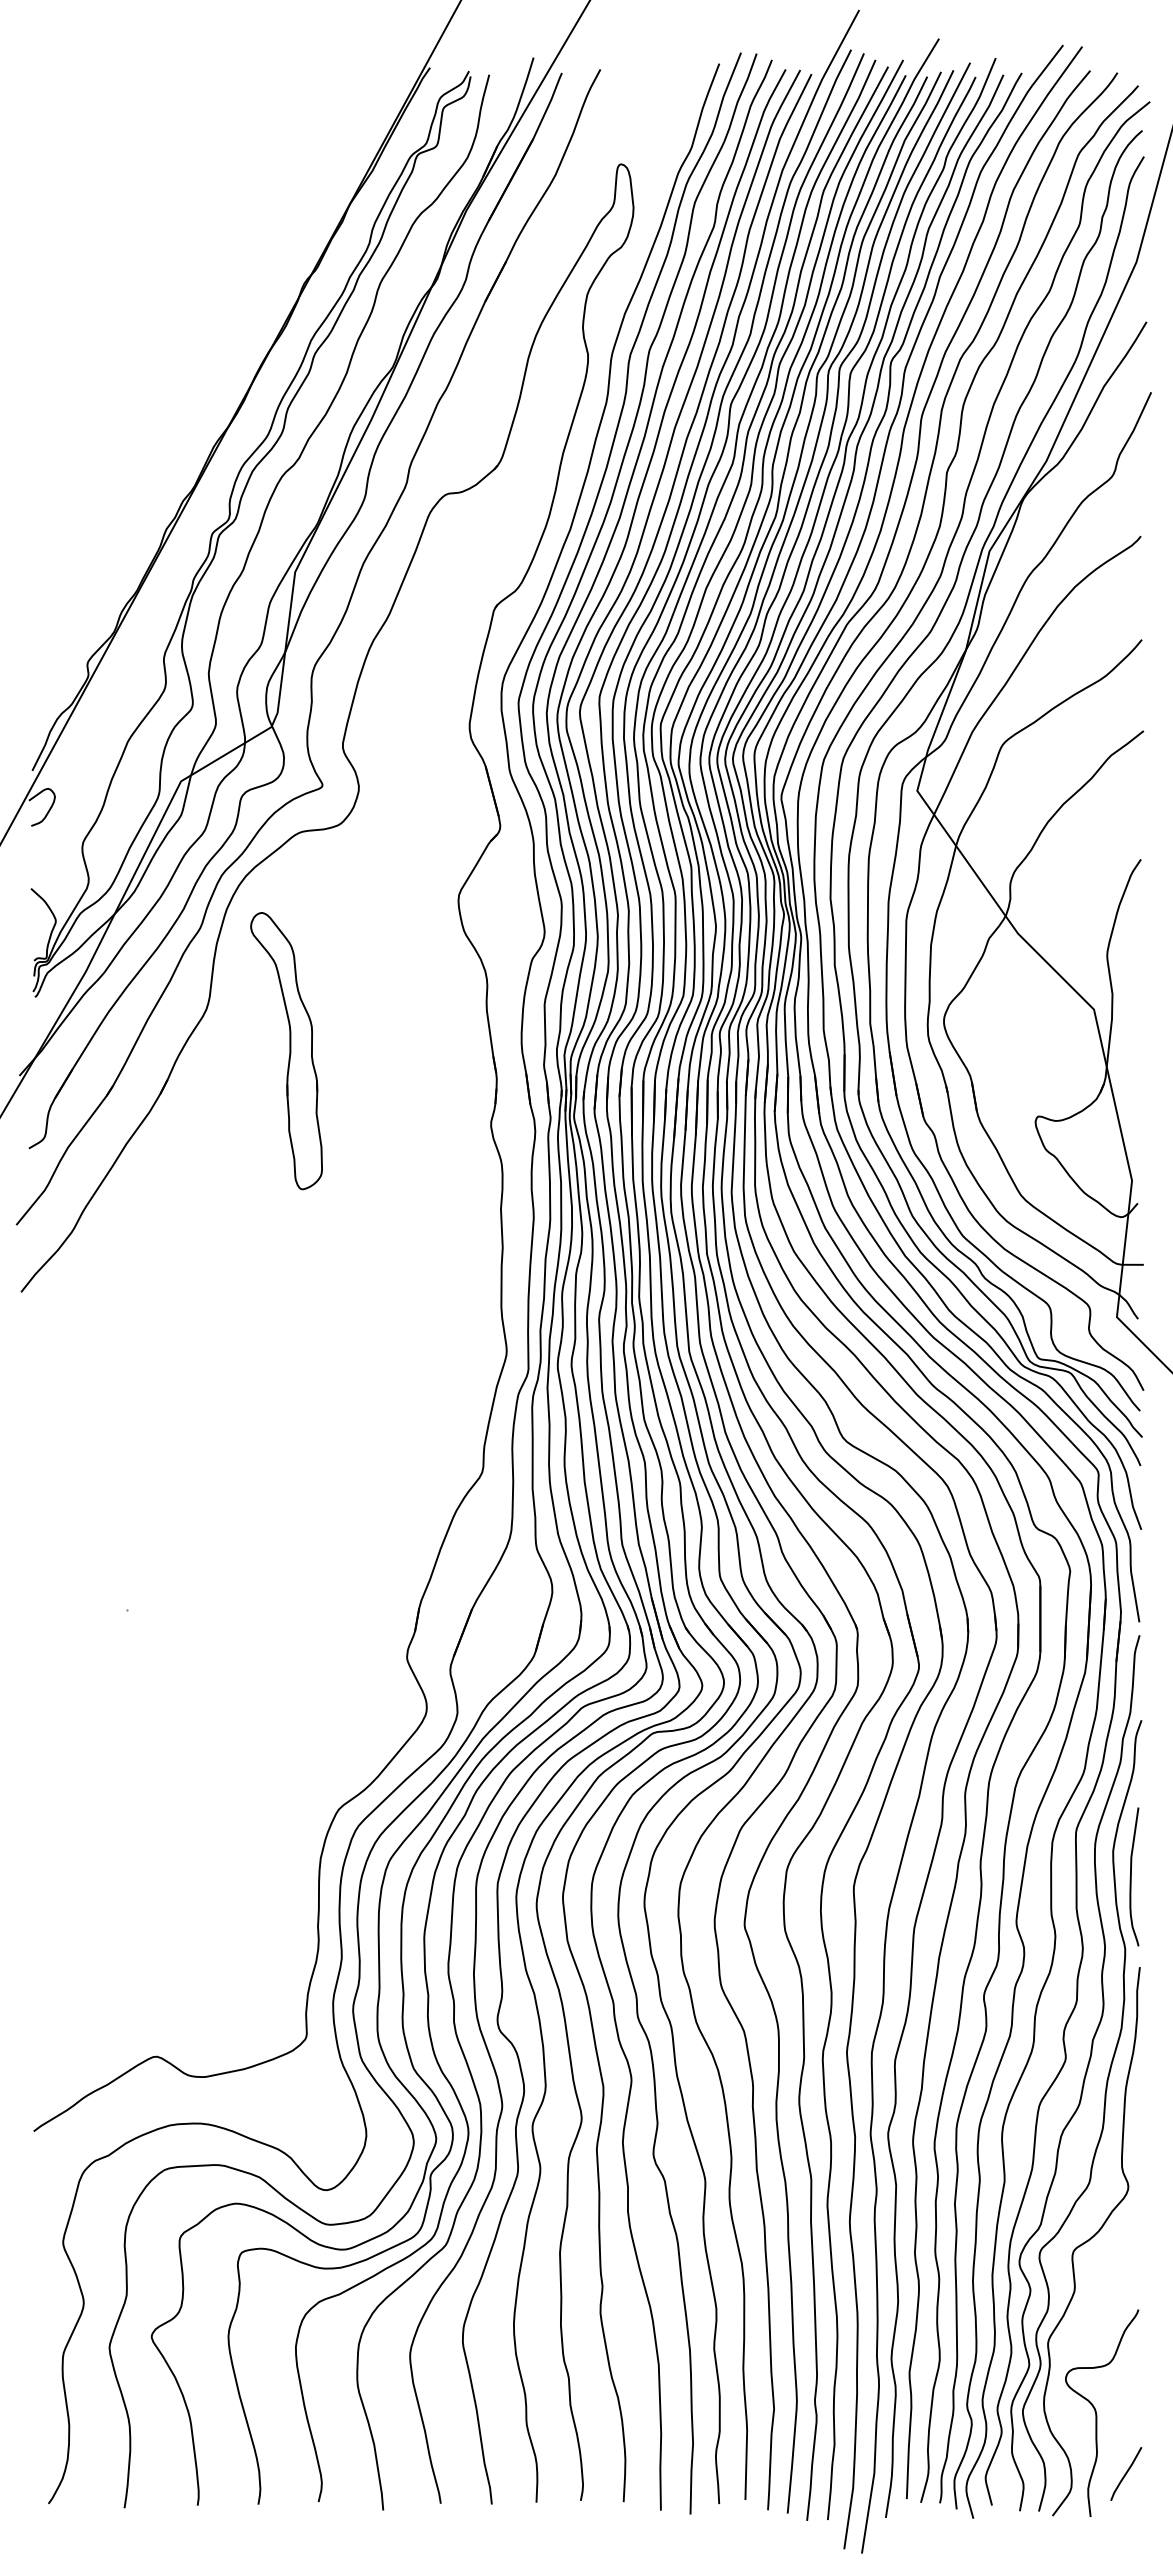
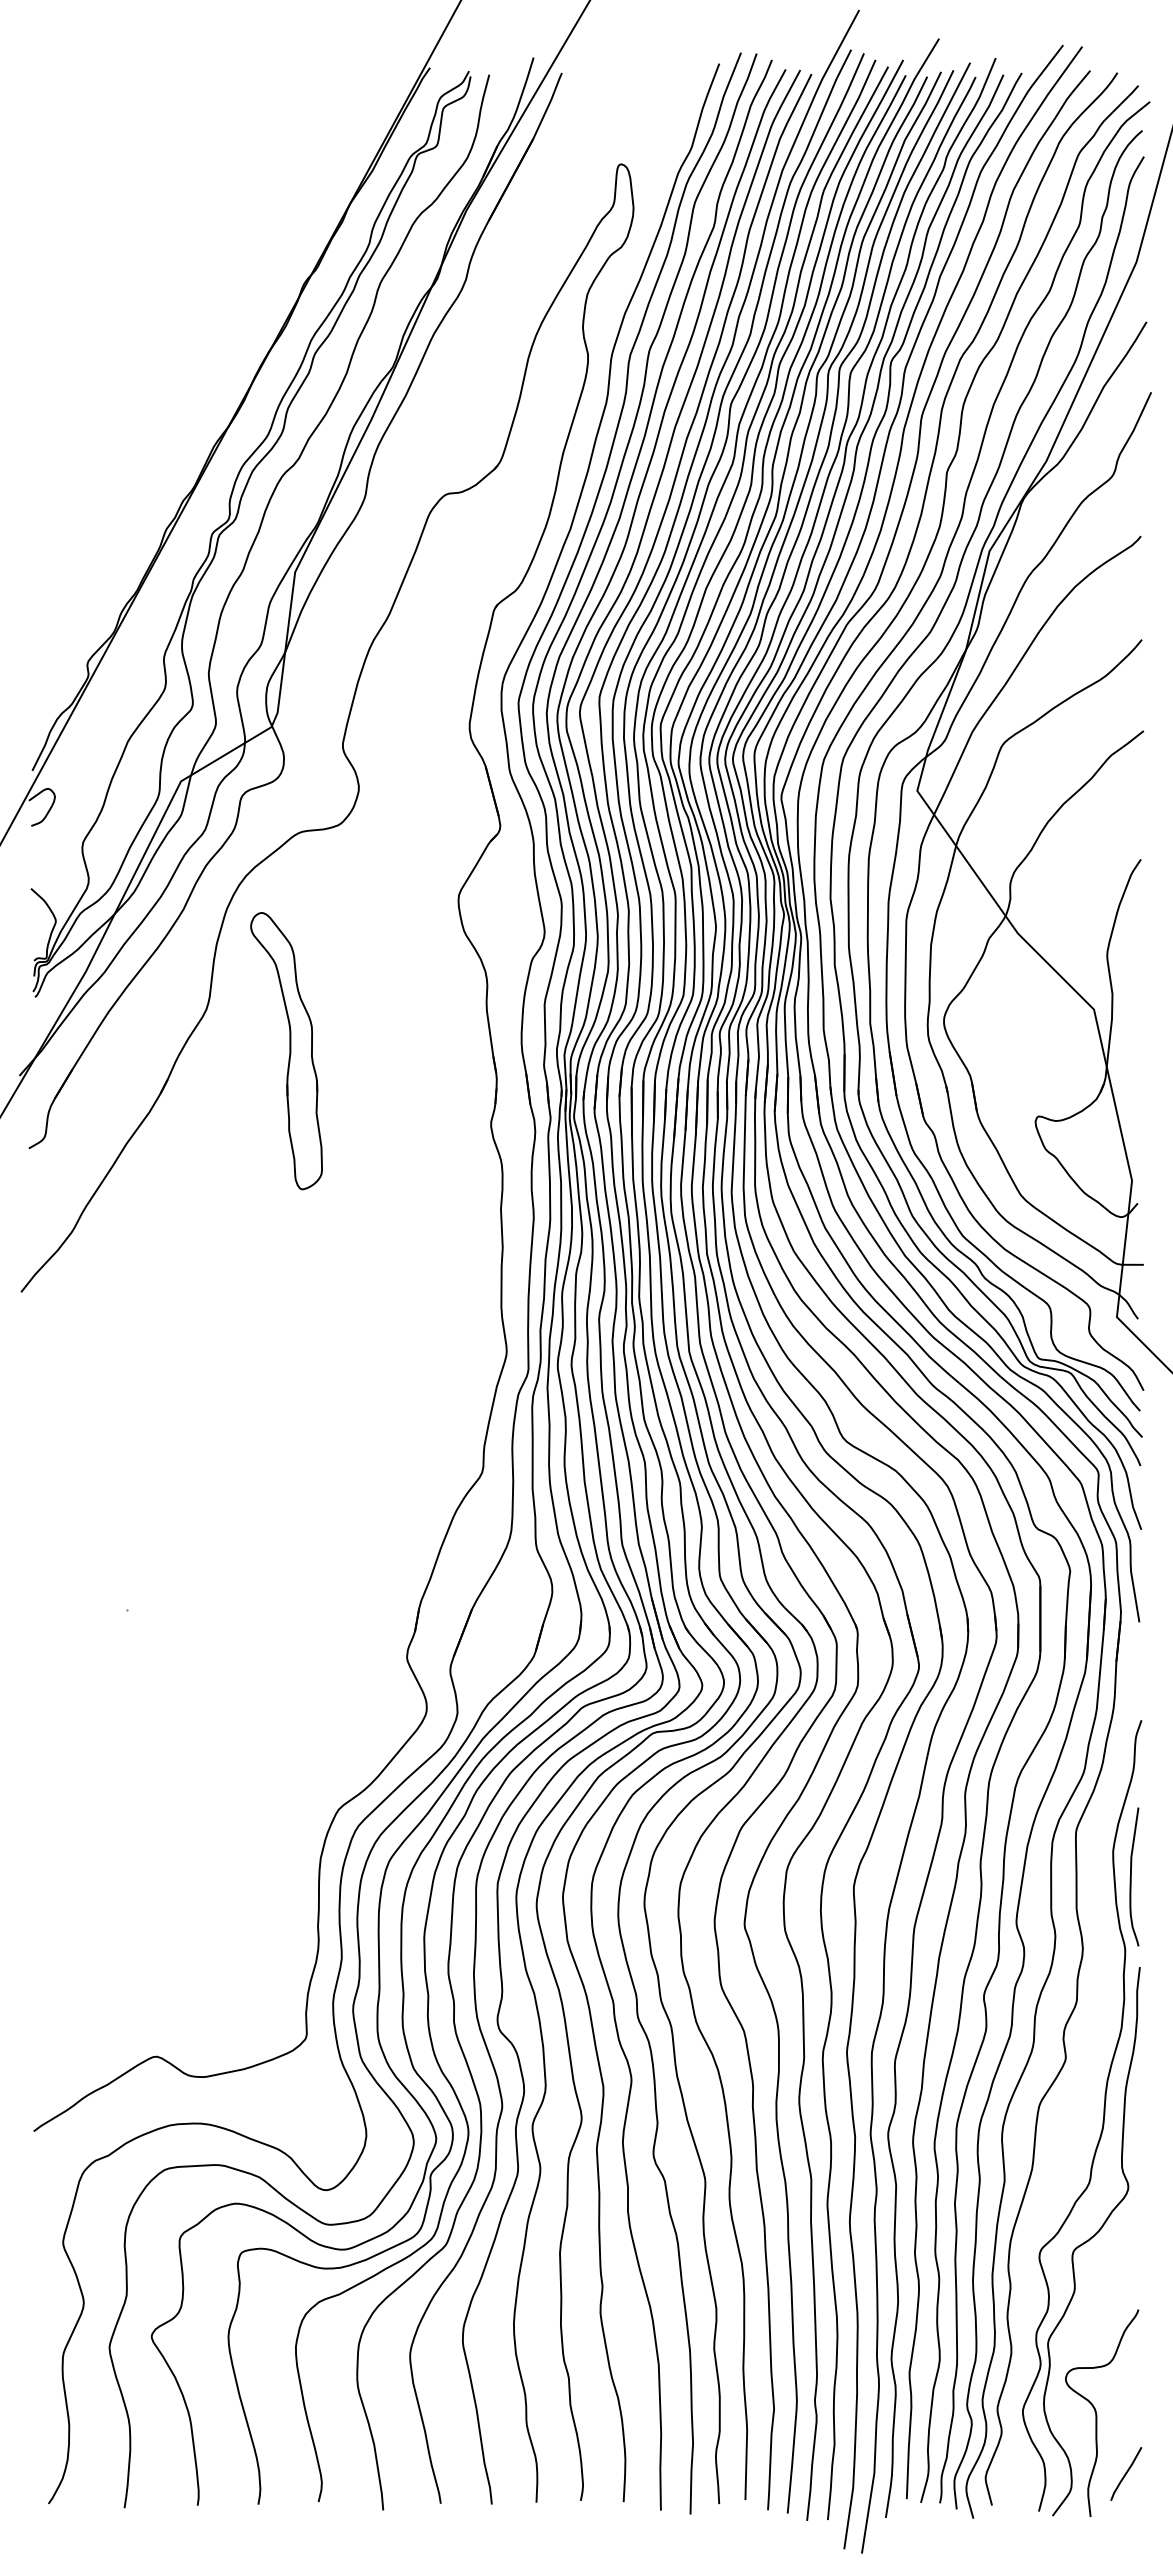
part at (320, 654): present -> none
curve at (1084, 2074): present -> none
